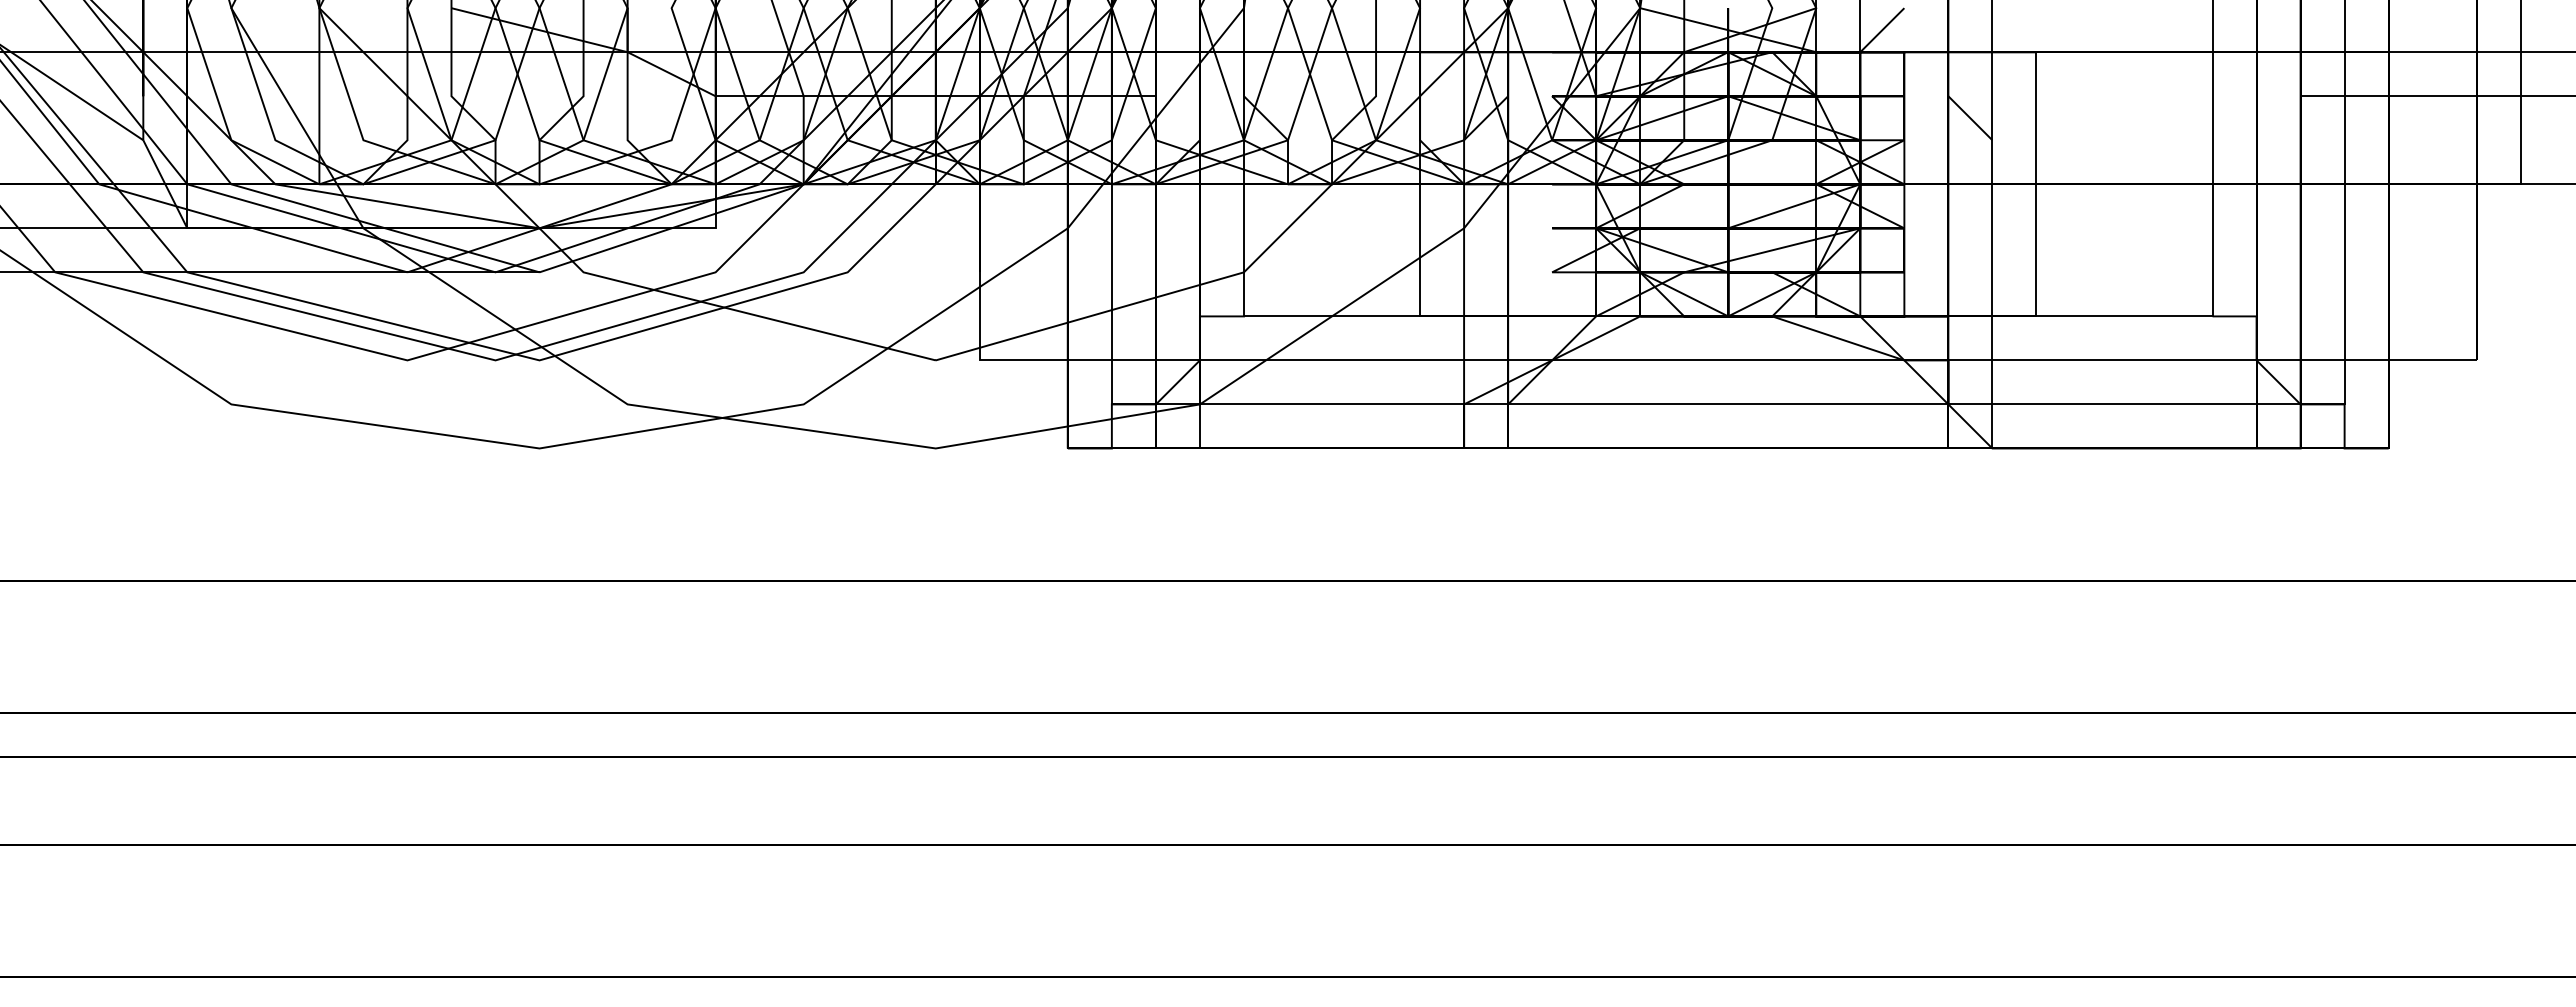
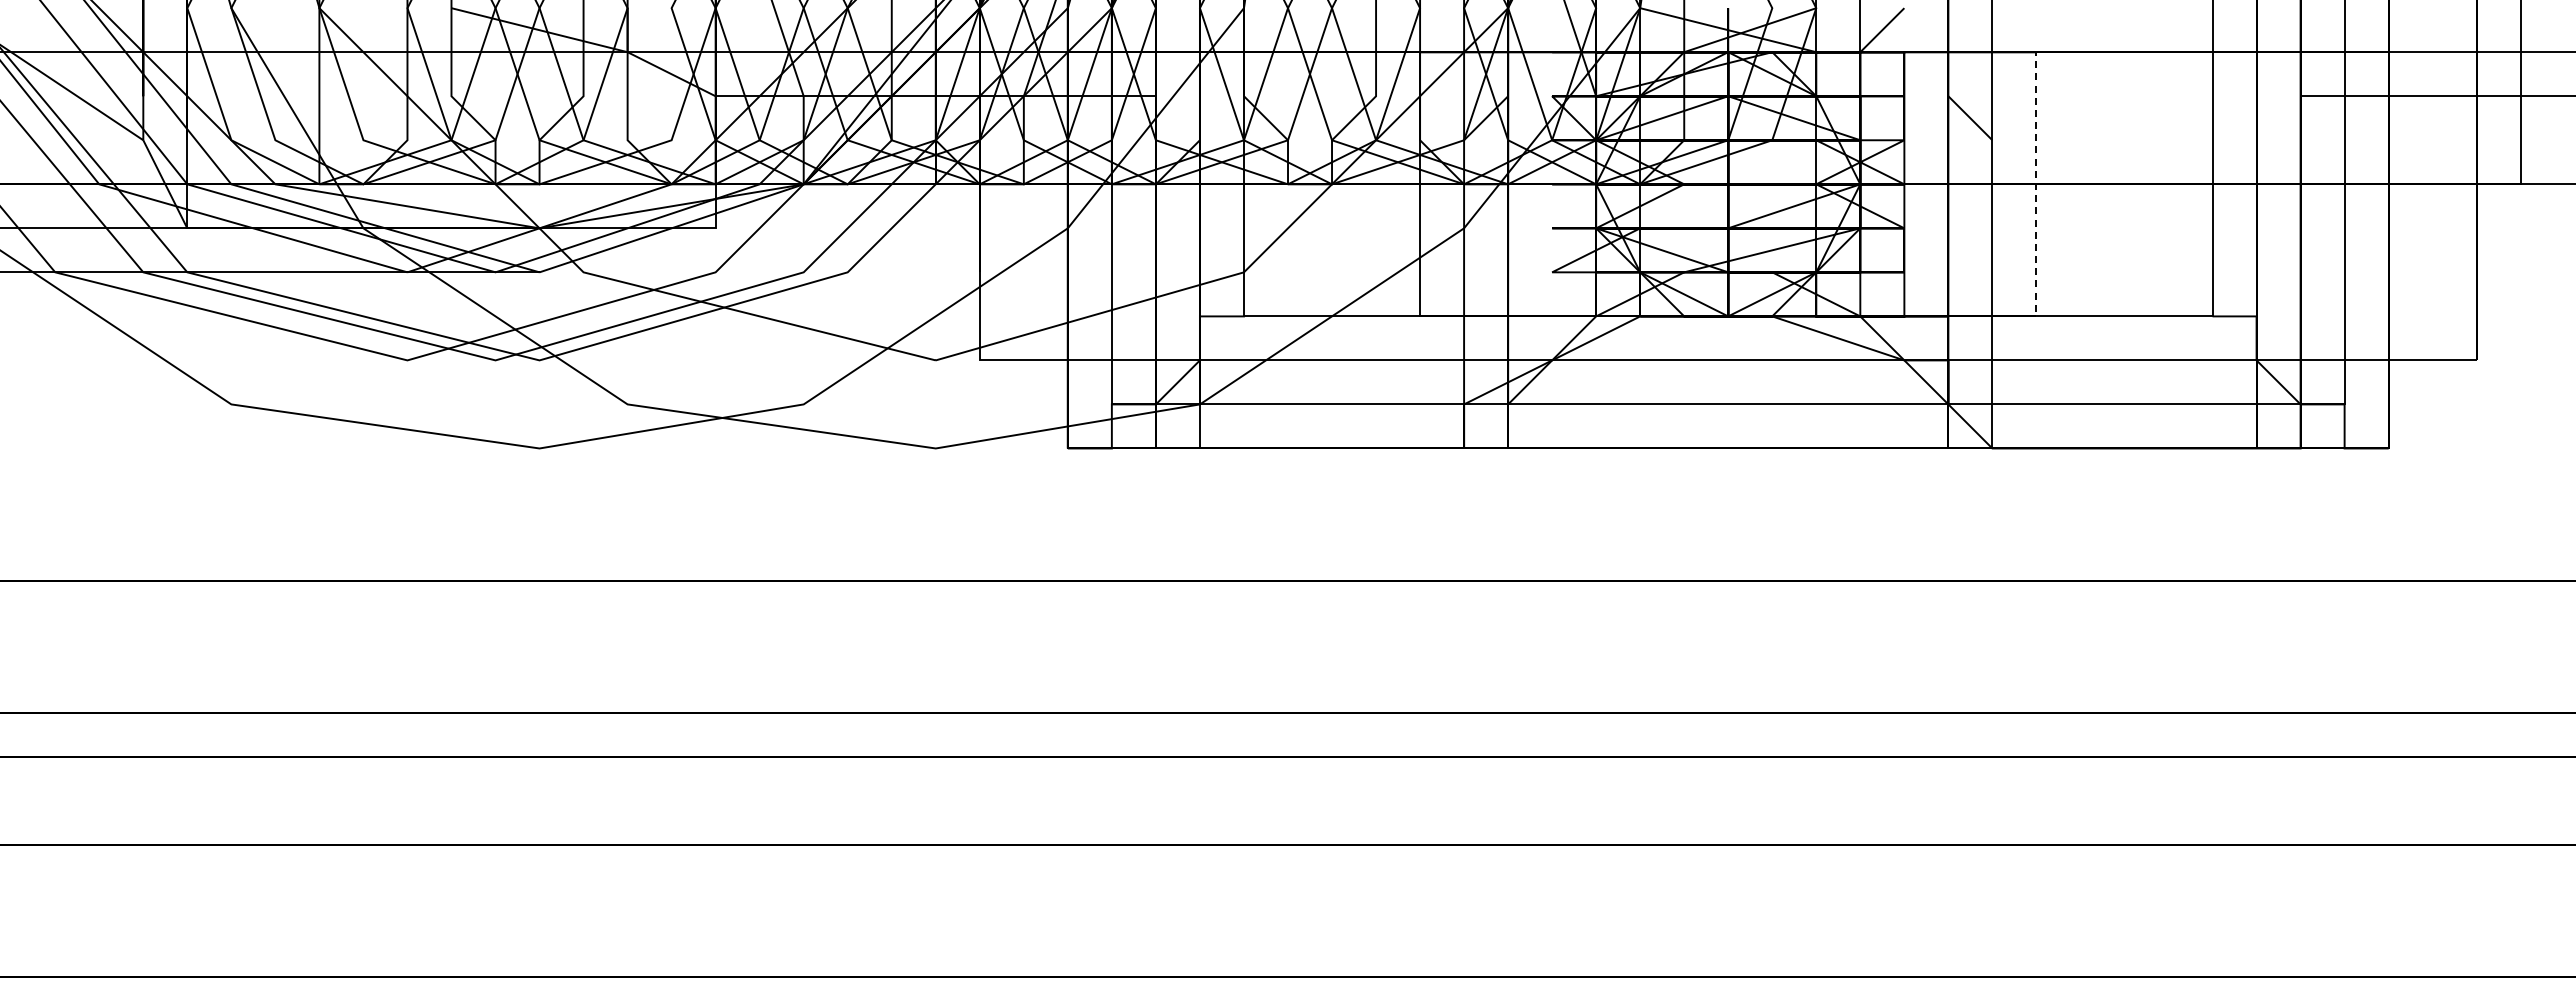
line at (2036, 183): solid -> dashed
